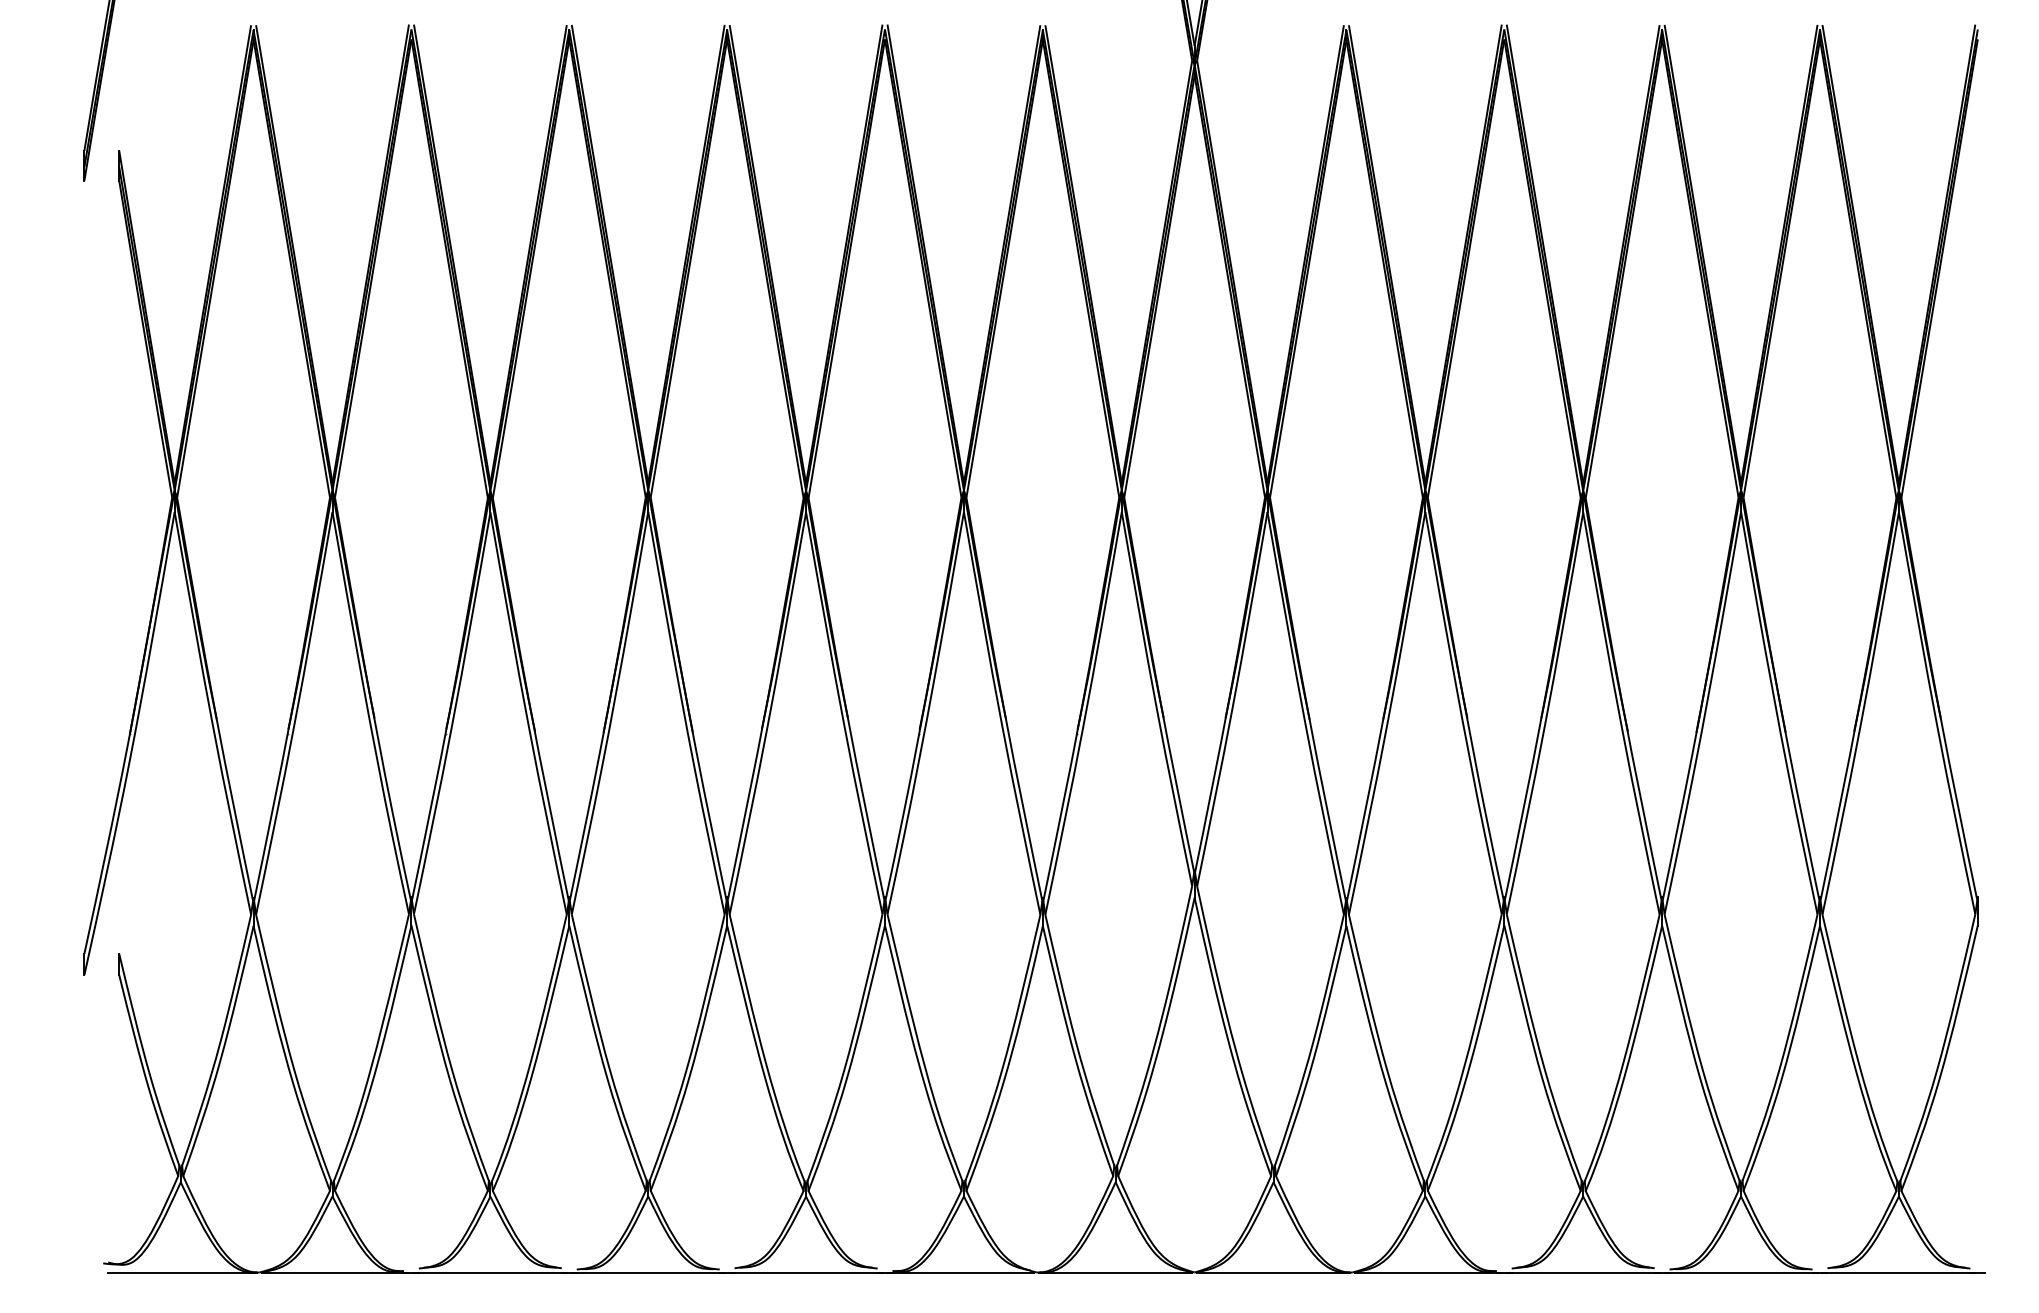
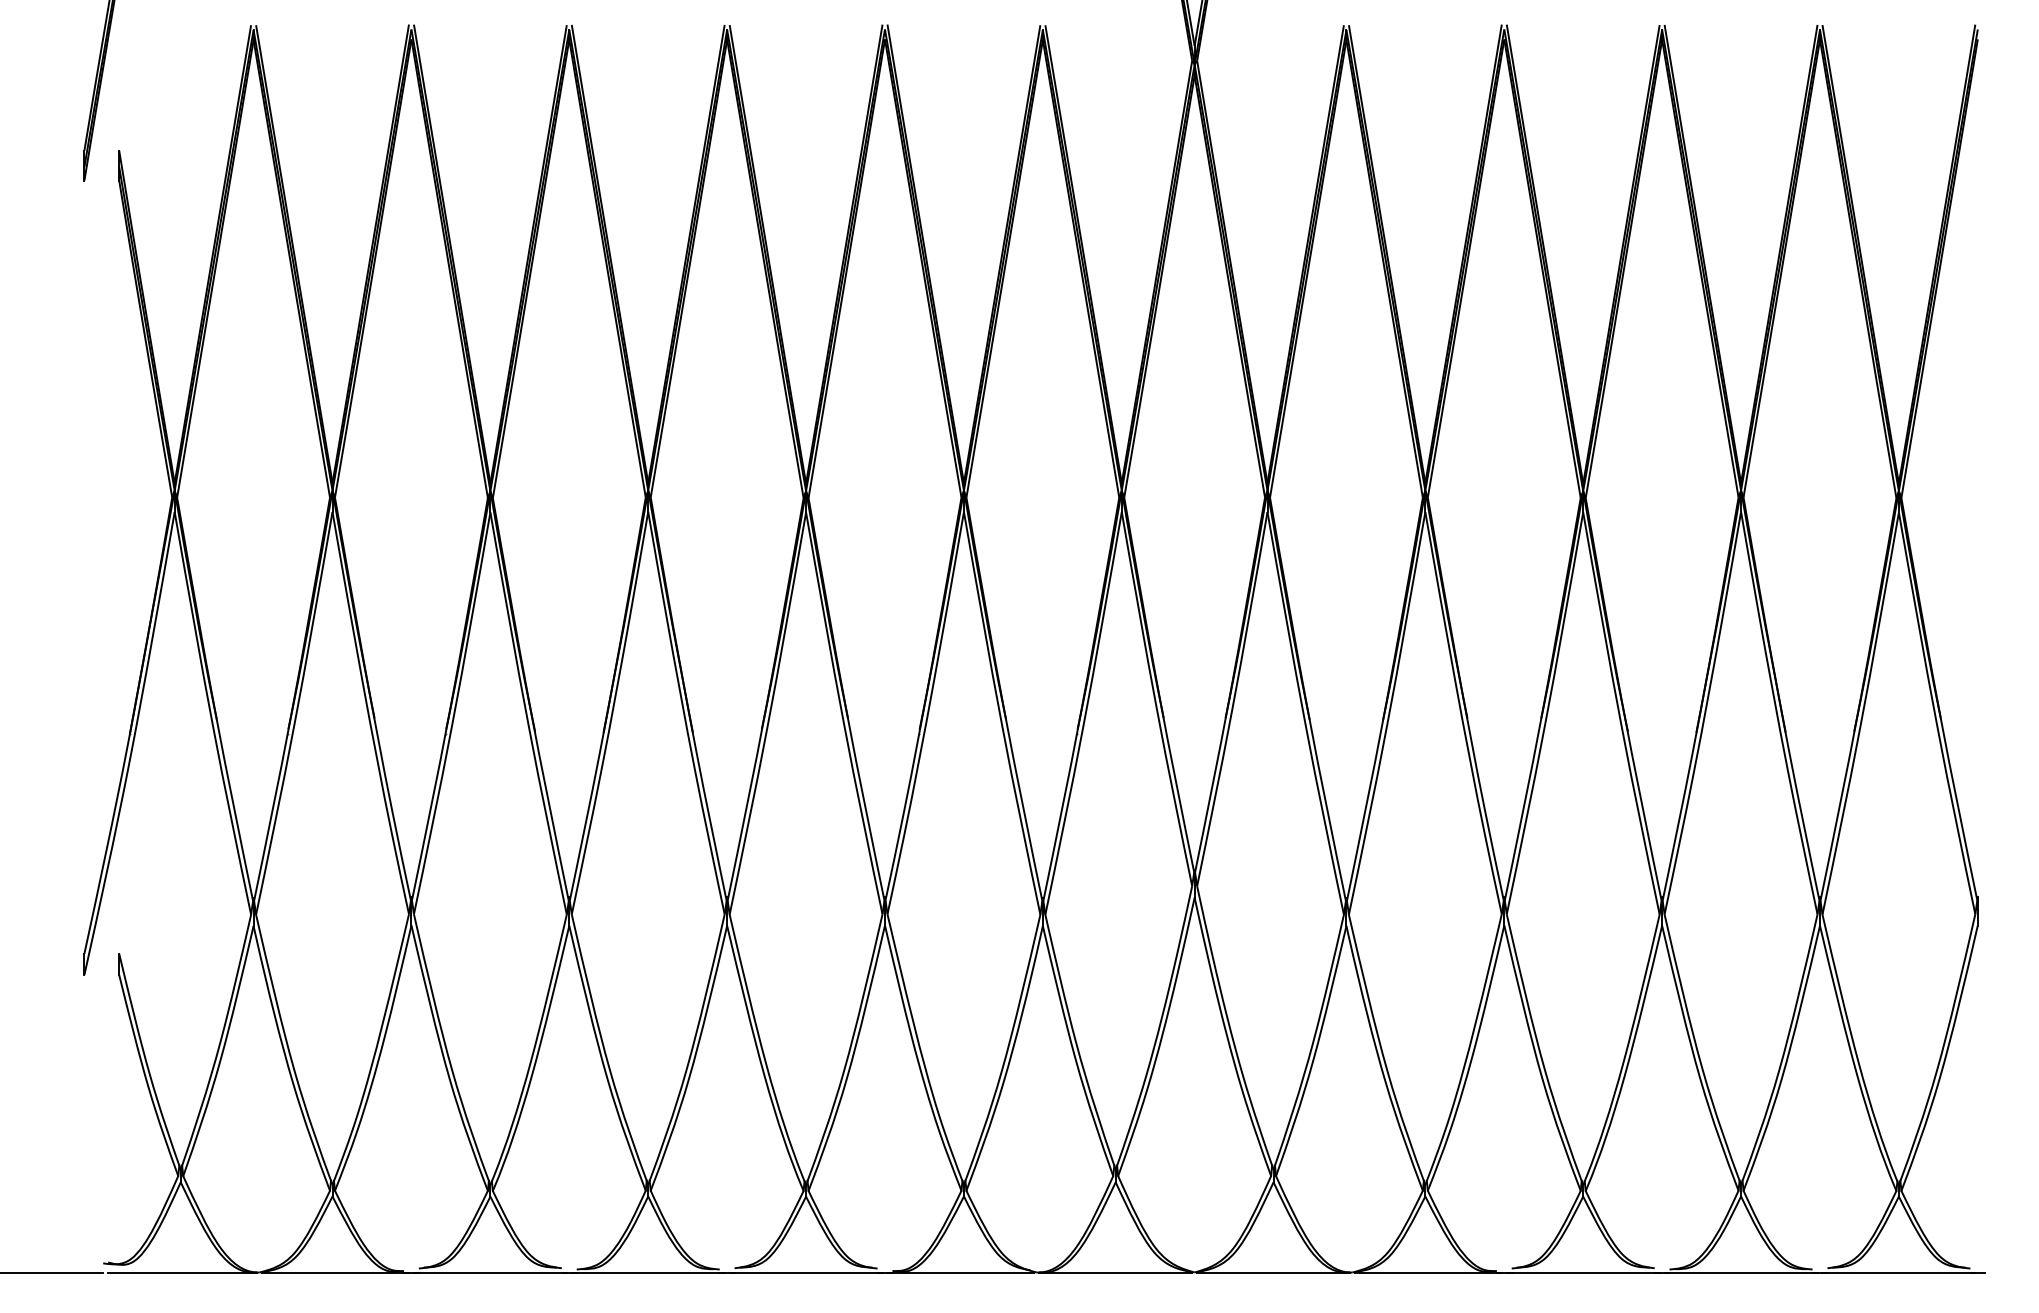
line at (52, 1272): none -> present
